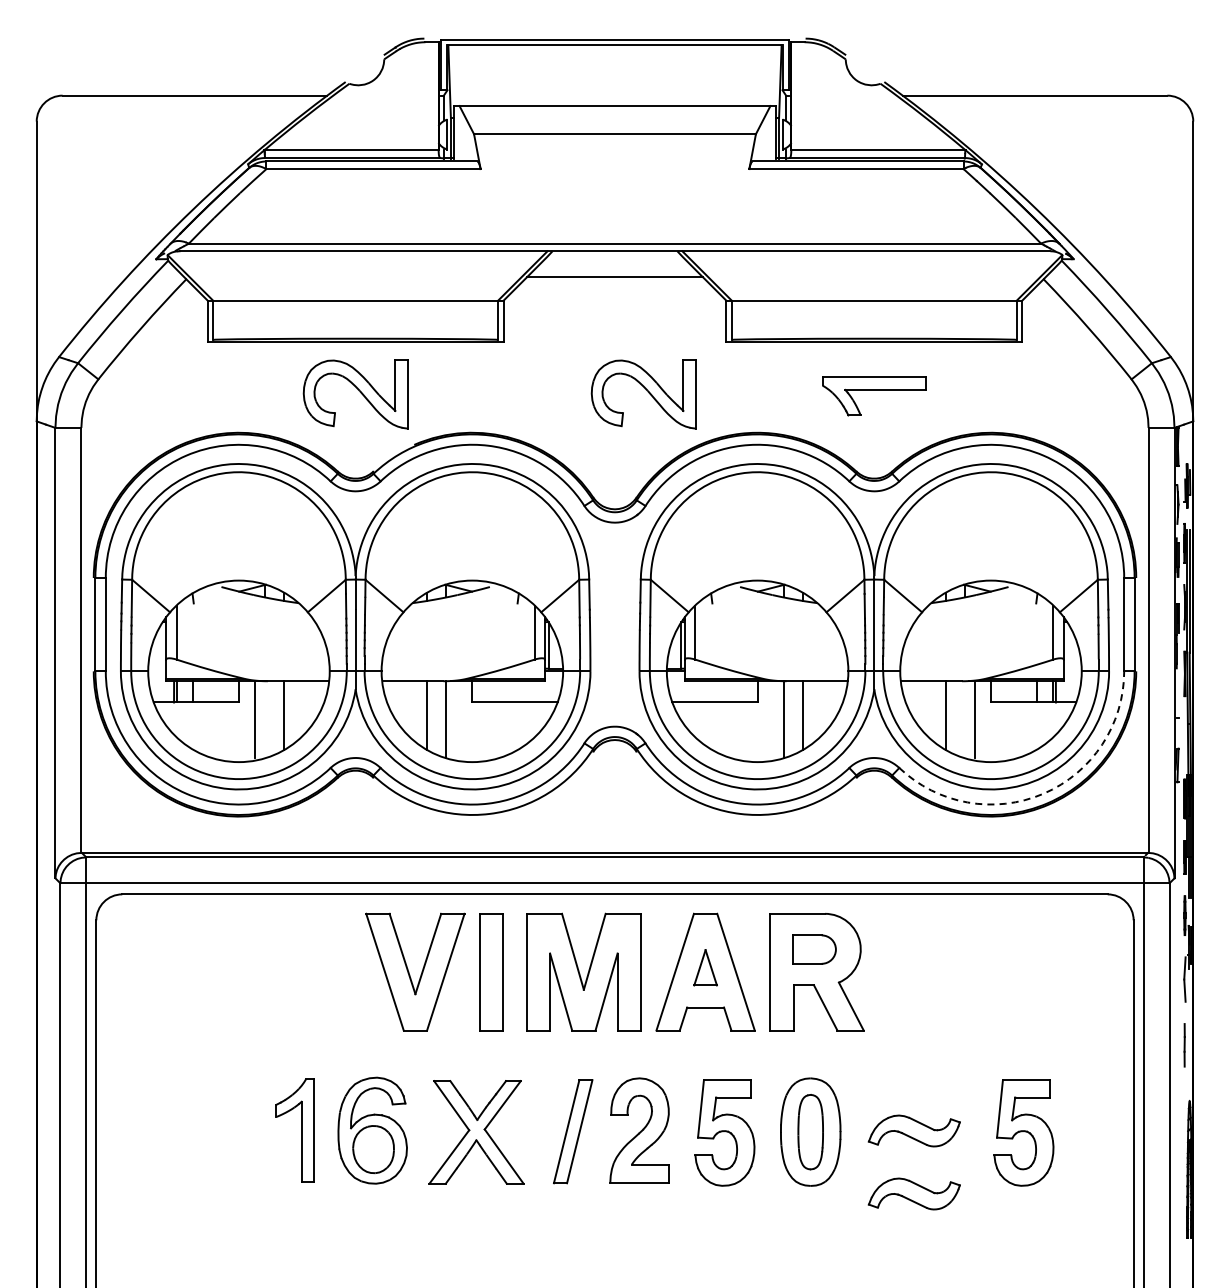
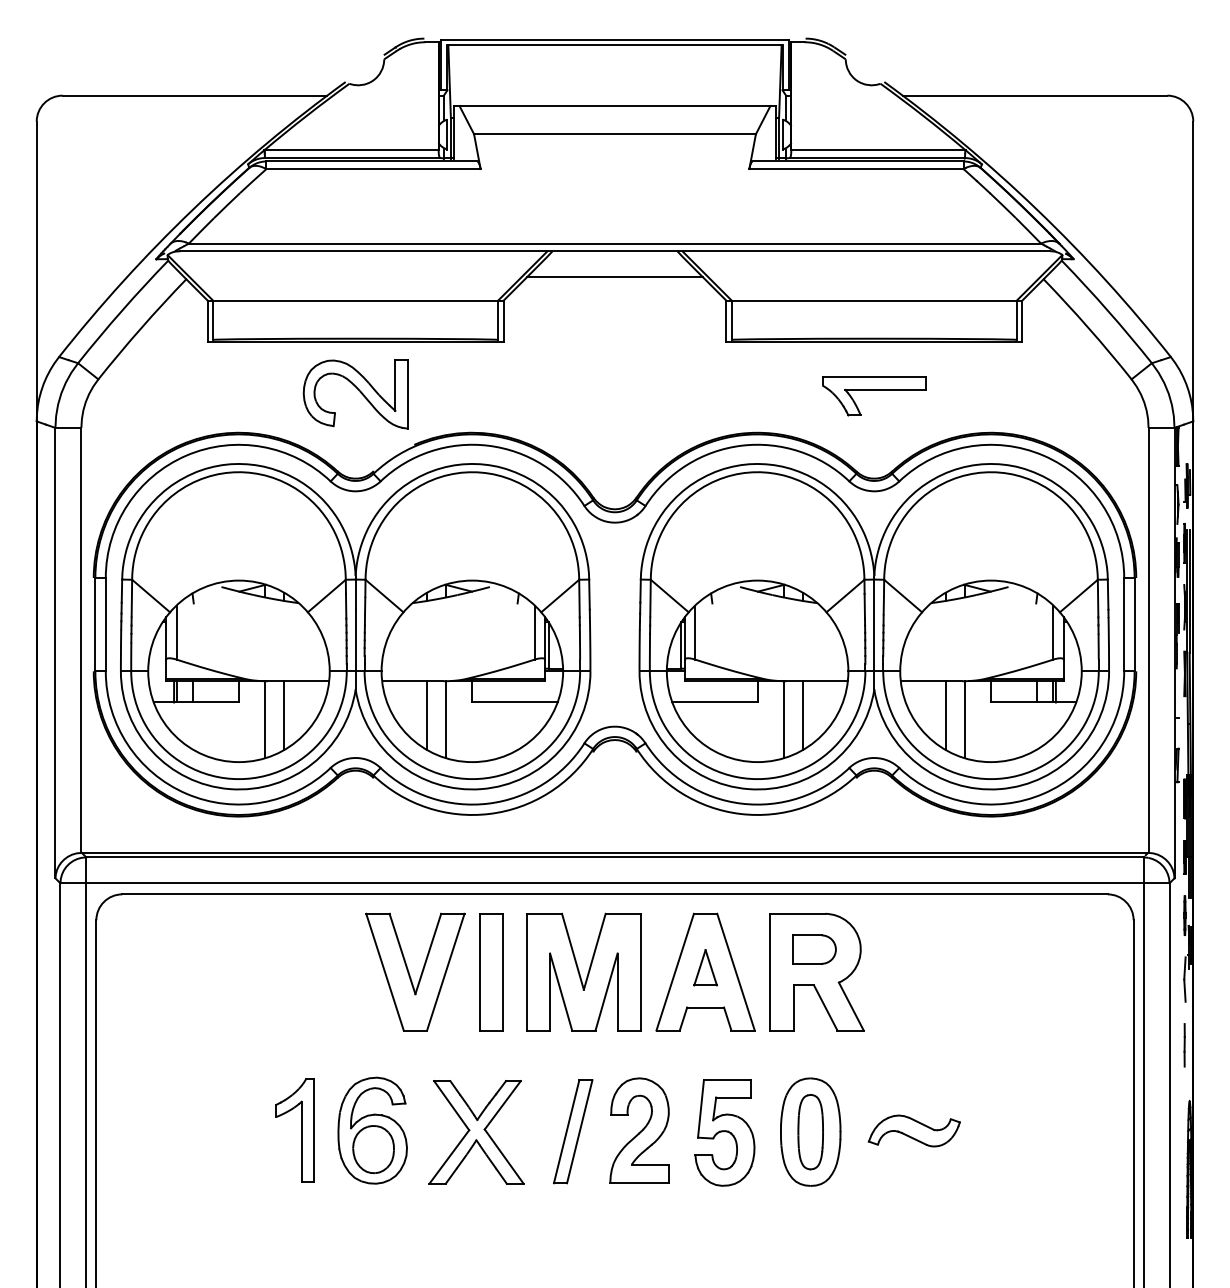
part at (643, 394): present -> none
line at (254, 719) position: (254, 719) -> (264, 719)
line at (975, 719) position: (975, 719) -> (965, 719)
arc at (1043, 793): dashed -> solid
part at (1023, 1132): present -> none
part at (913, 1193): present -> none
